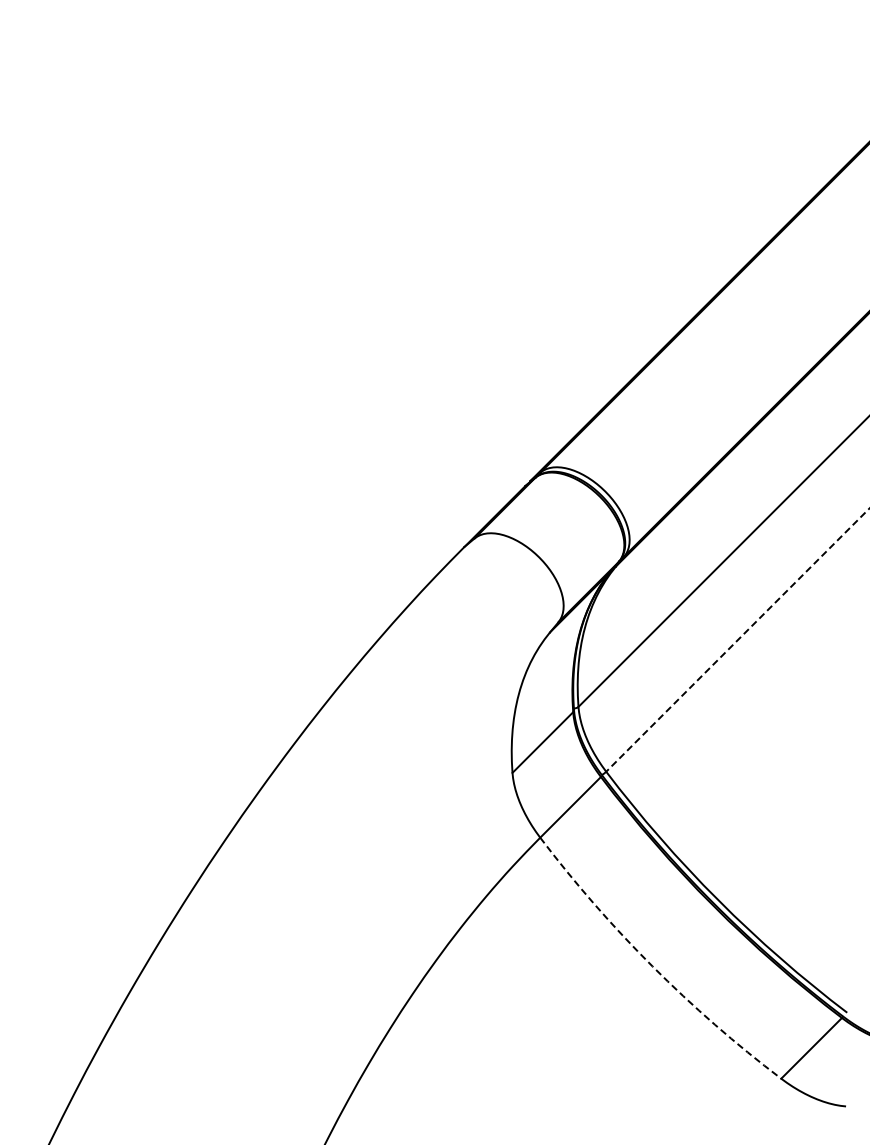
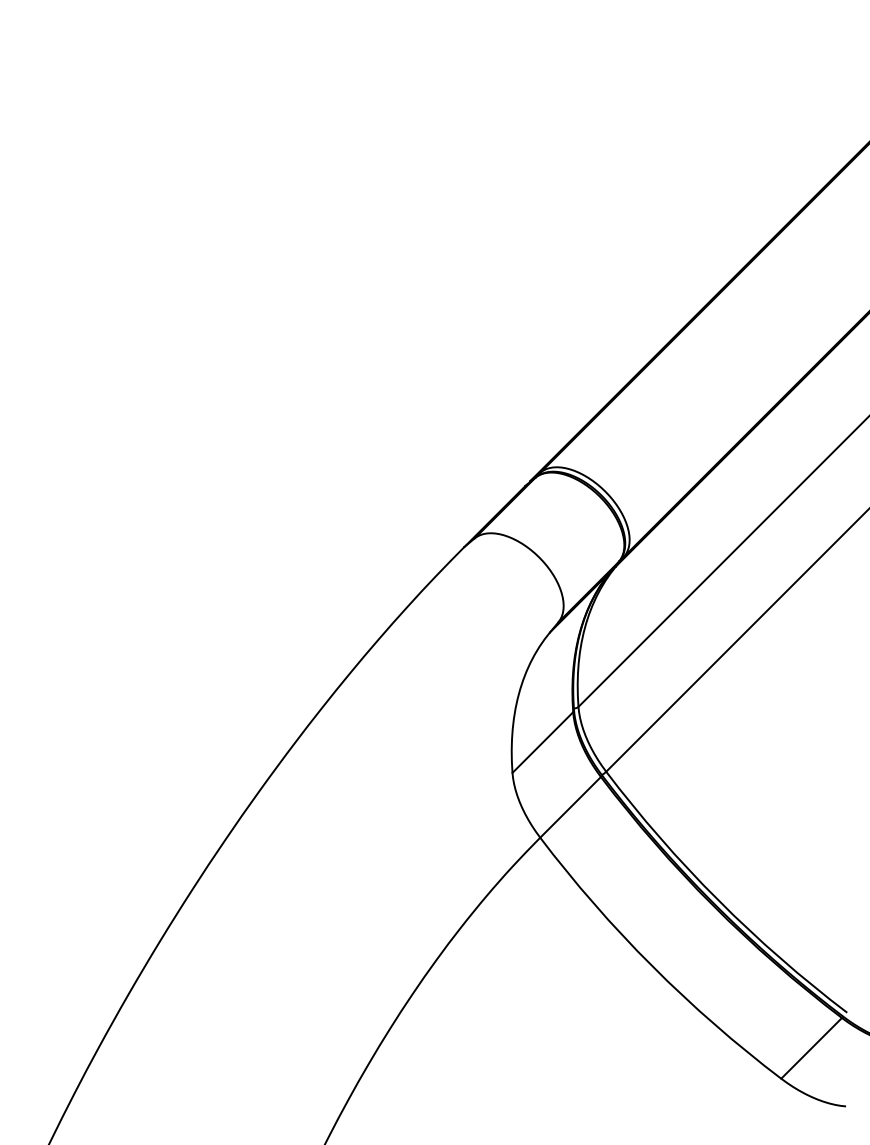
line at (737, 640): dashed -> solid
arc at (652, 966): dashed -> solid
